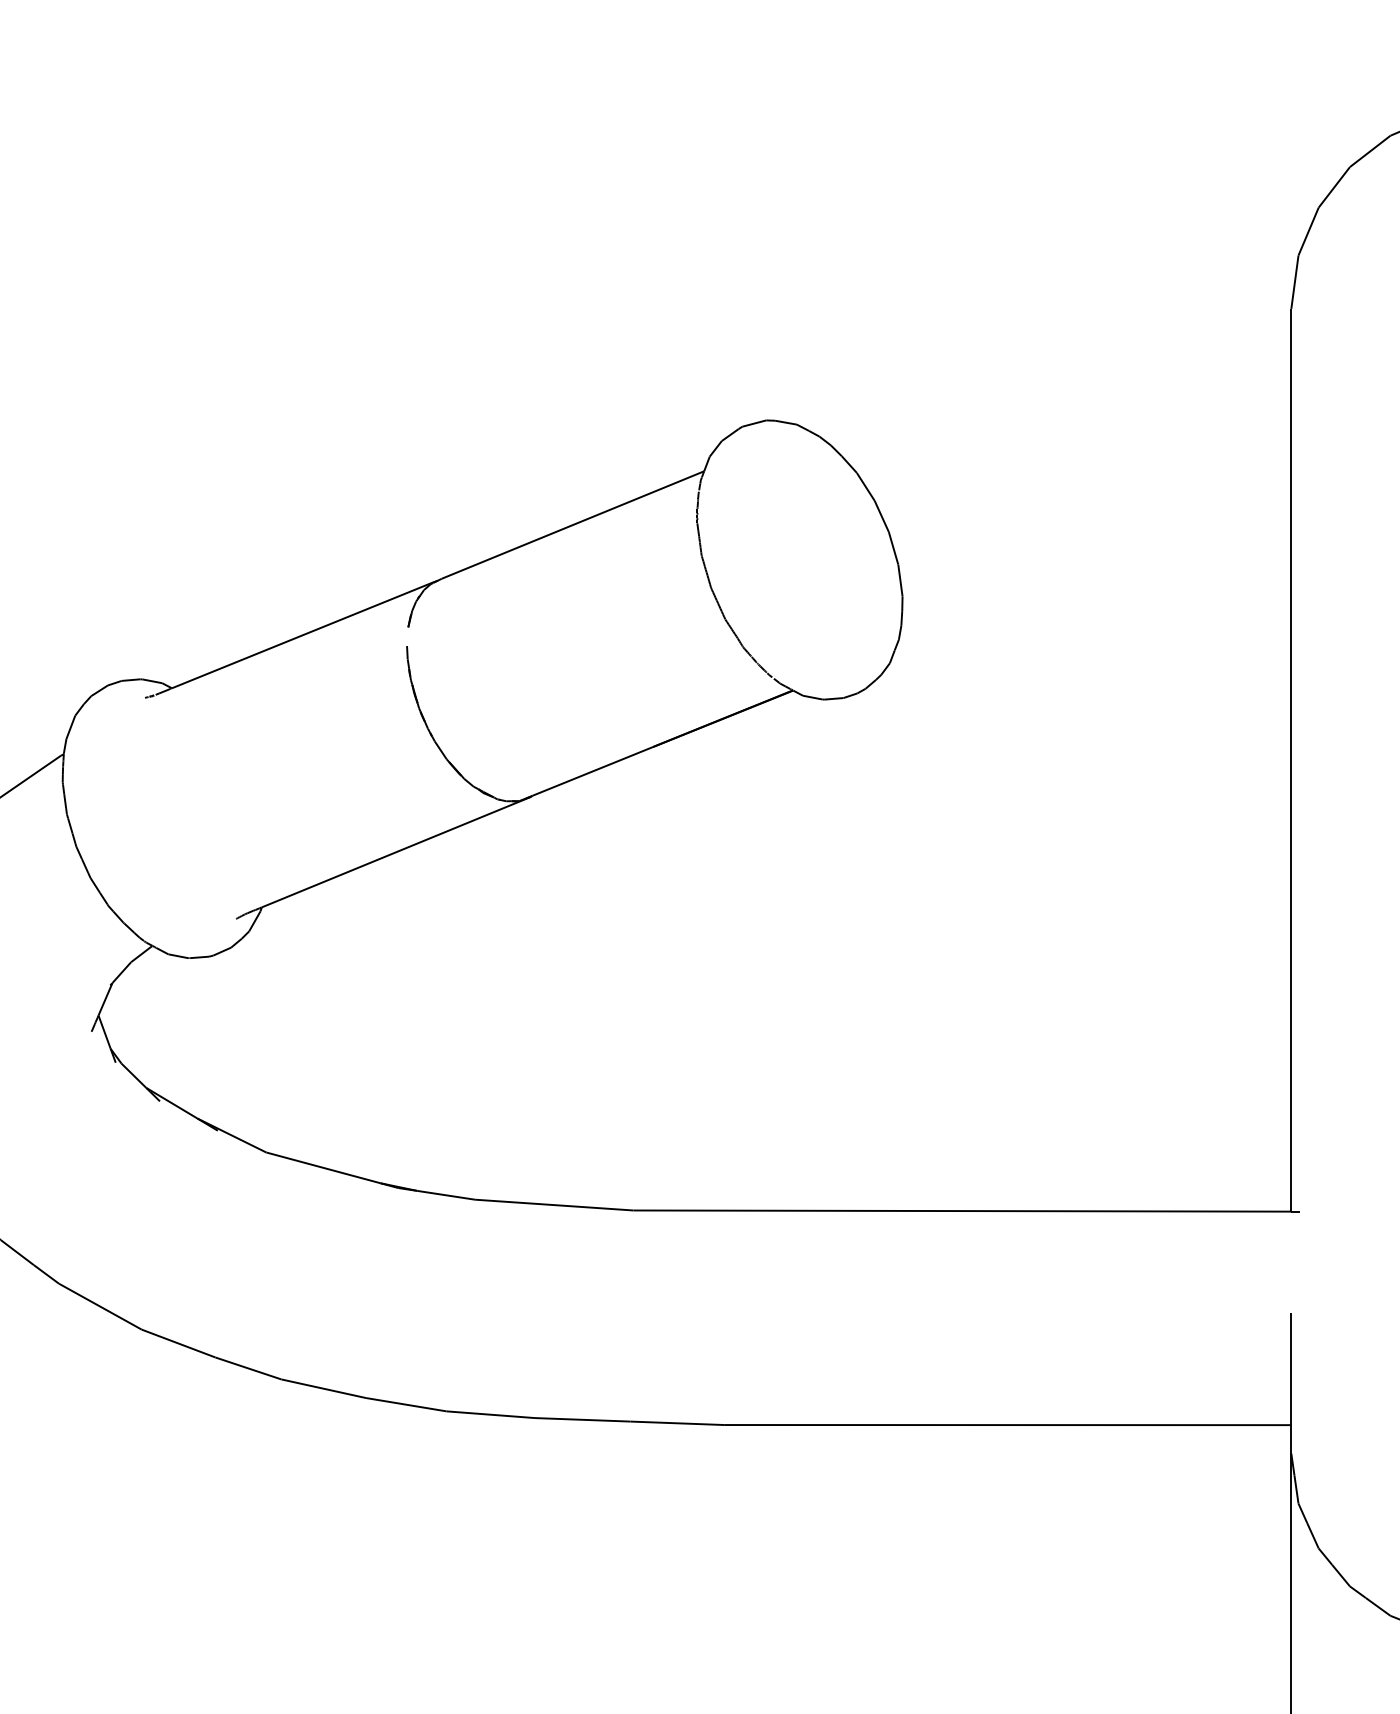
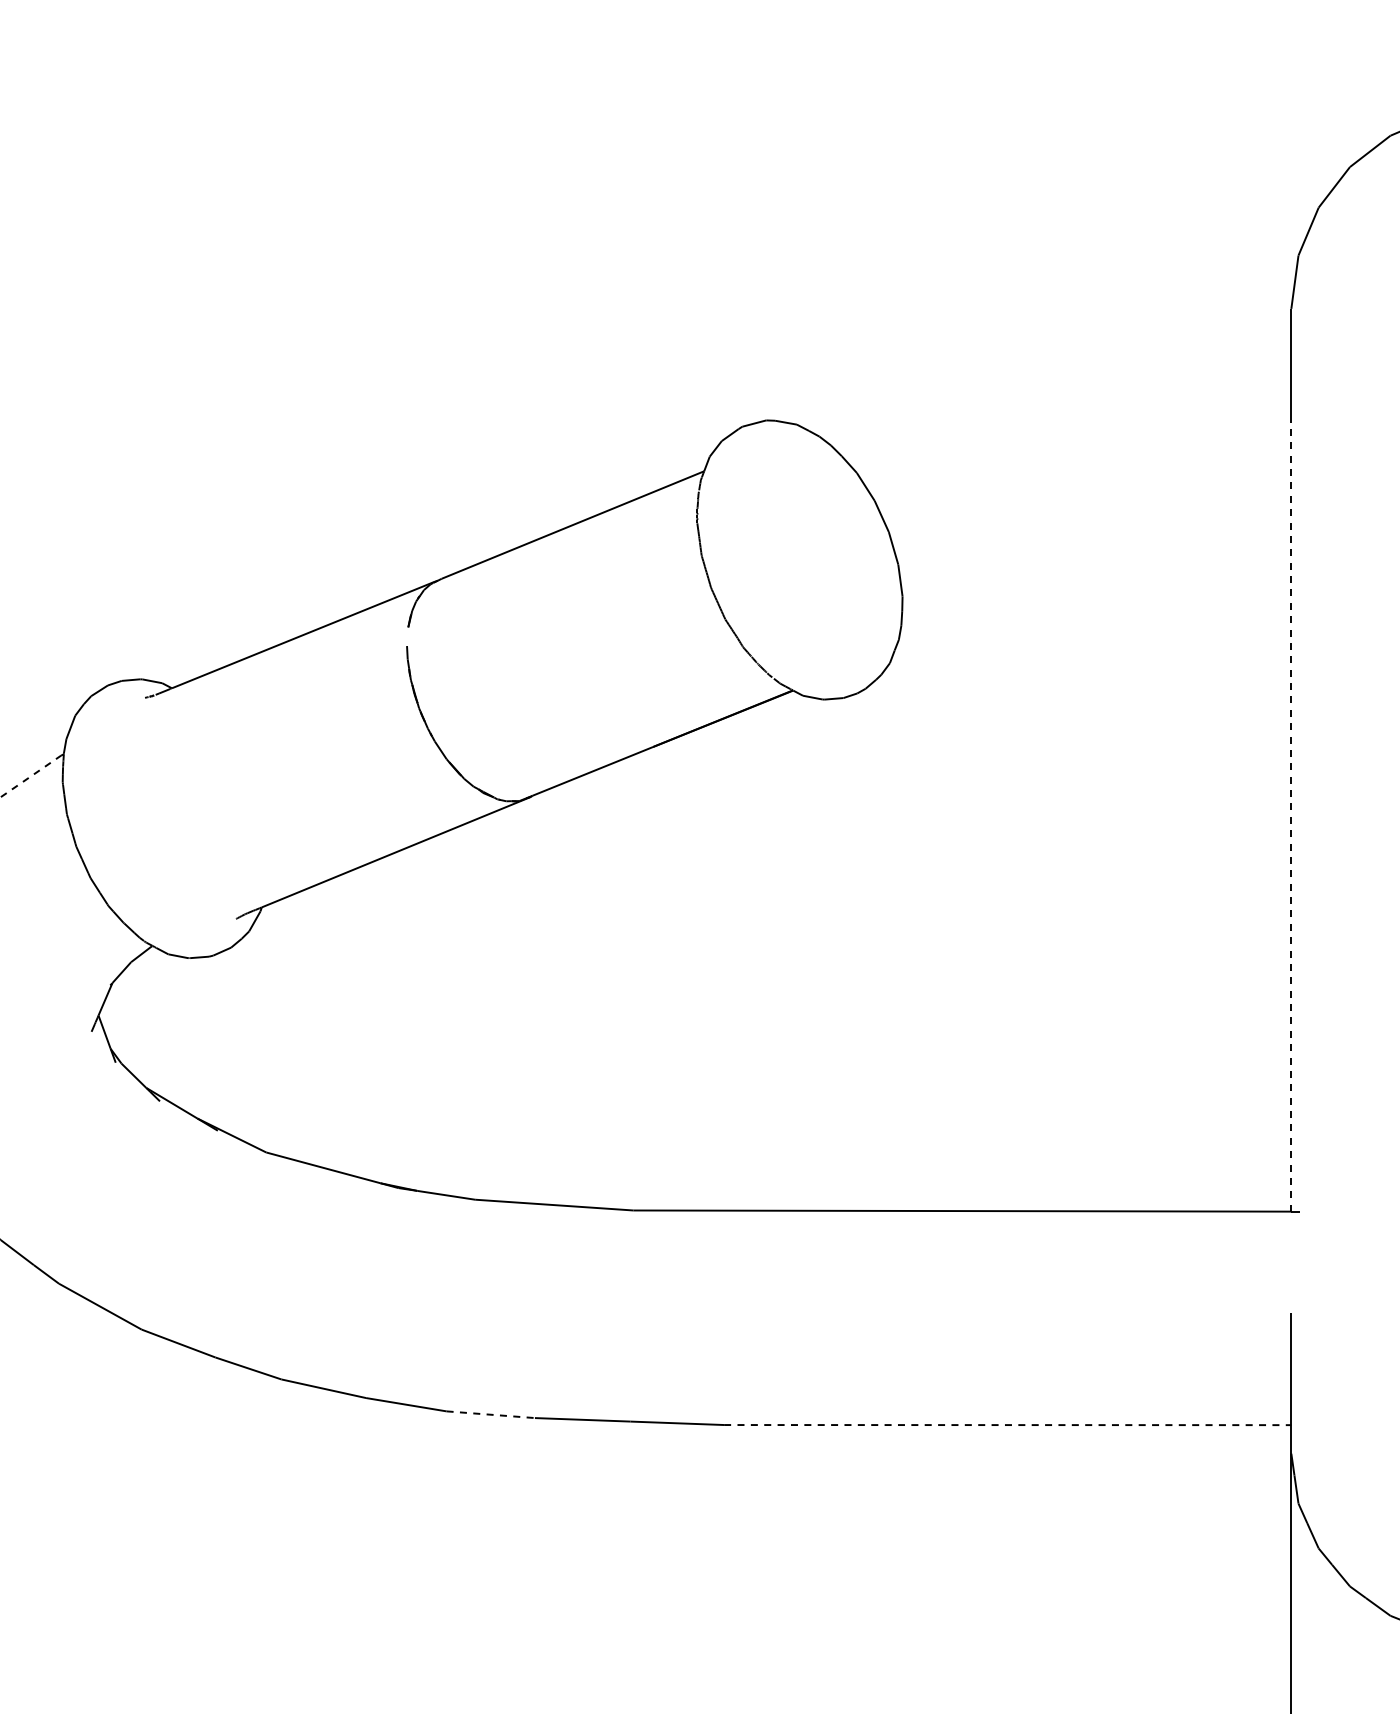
line at (30, 776): solid -> dashed
line at (1291, 813): solid -> dashed
line at (491, 1414): solid -> dashed
line at (1007, 1425): solid -> dashed
